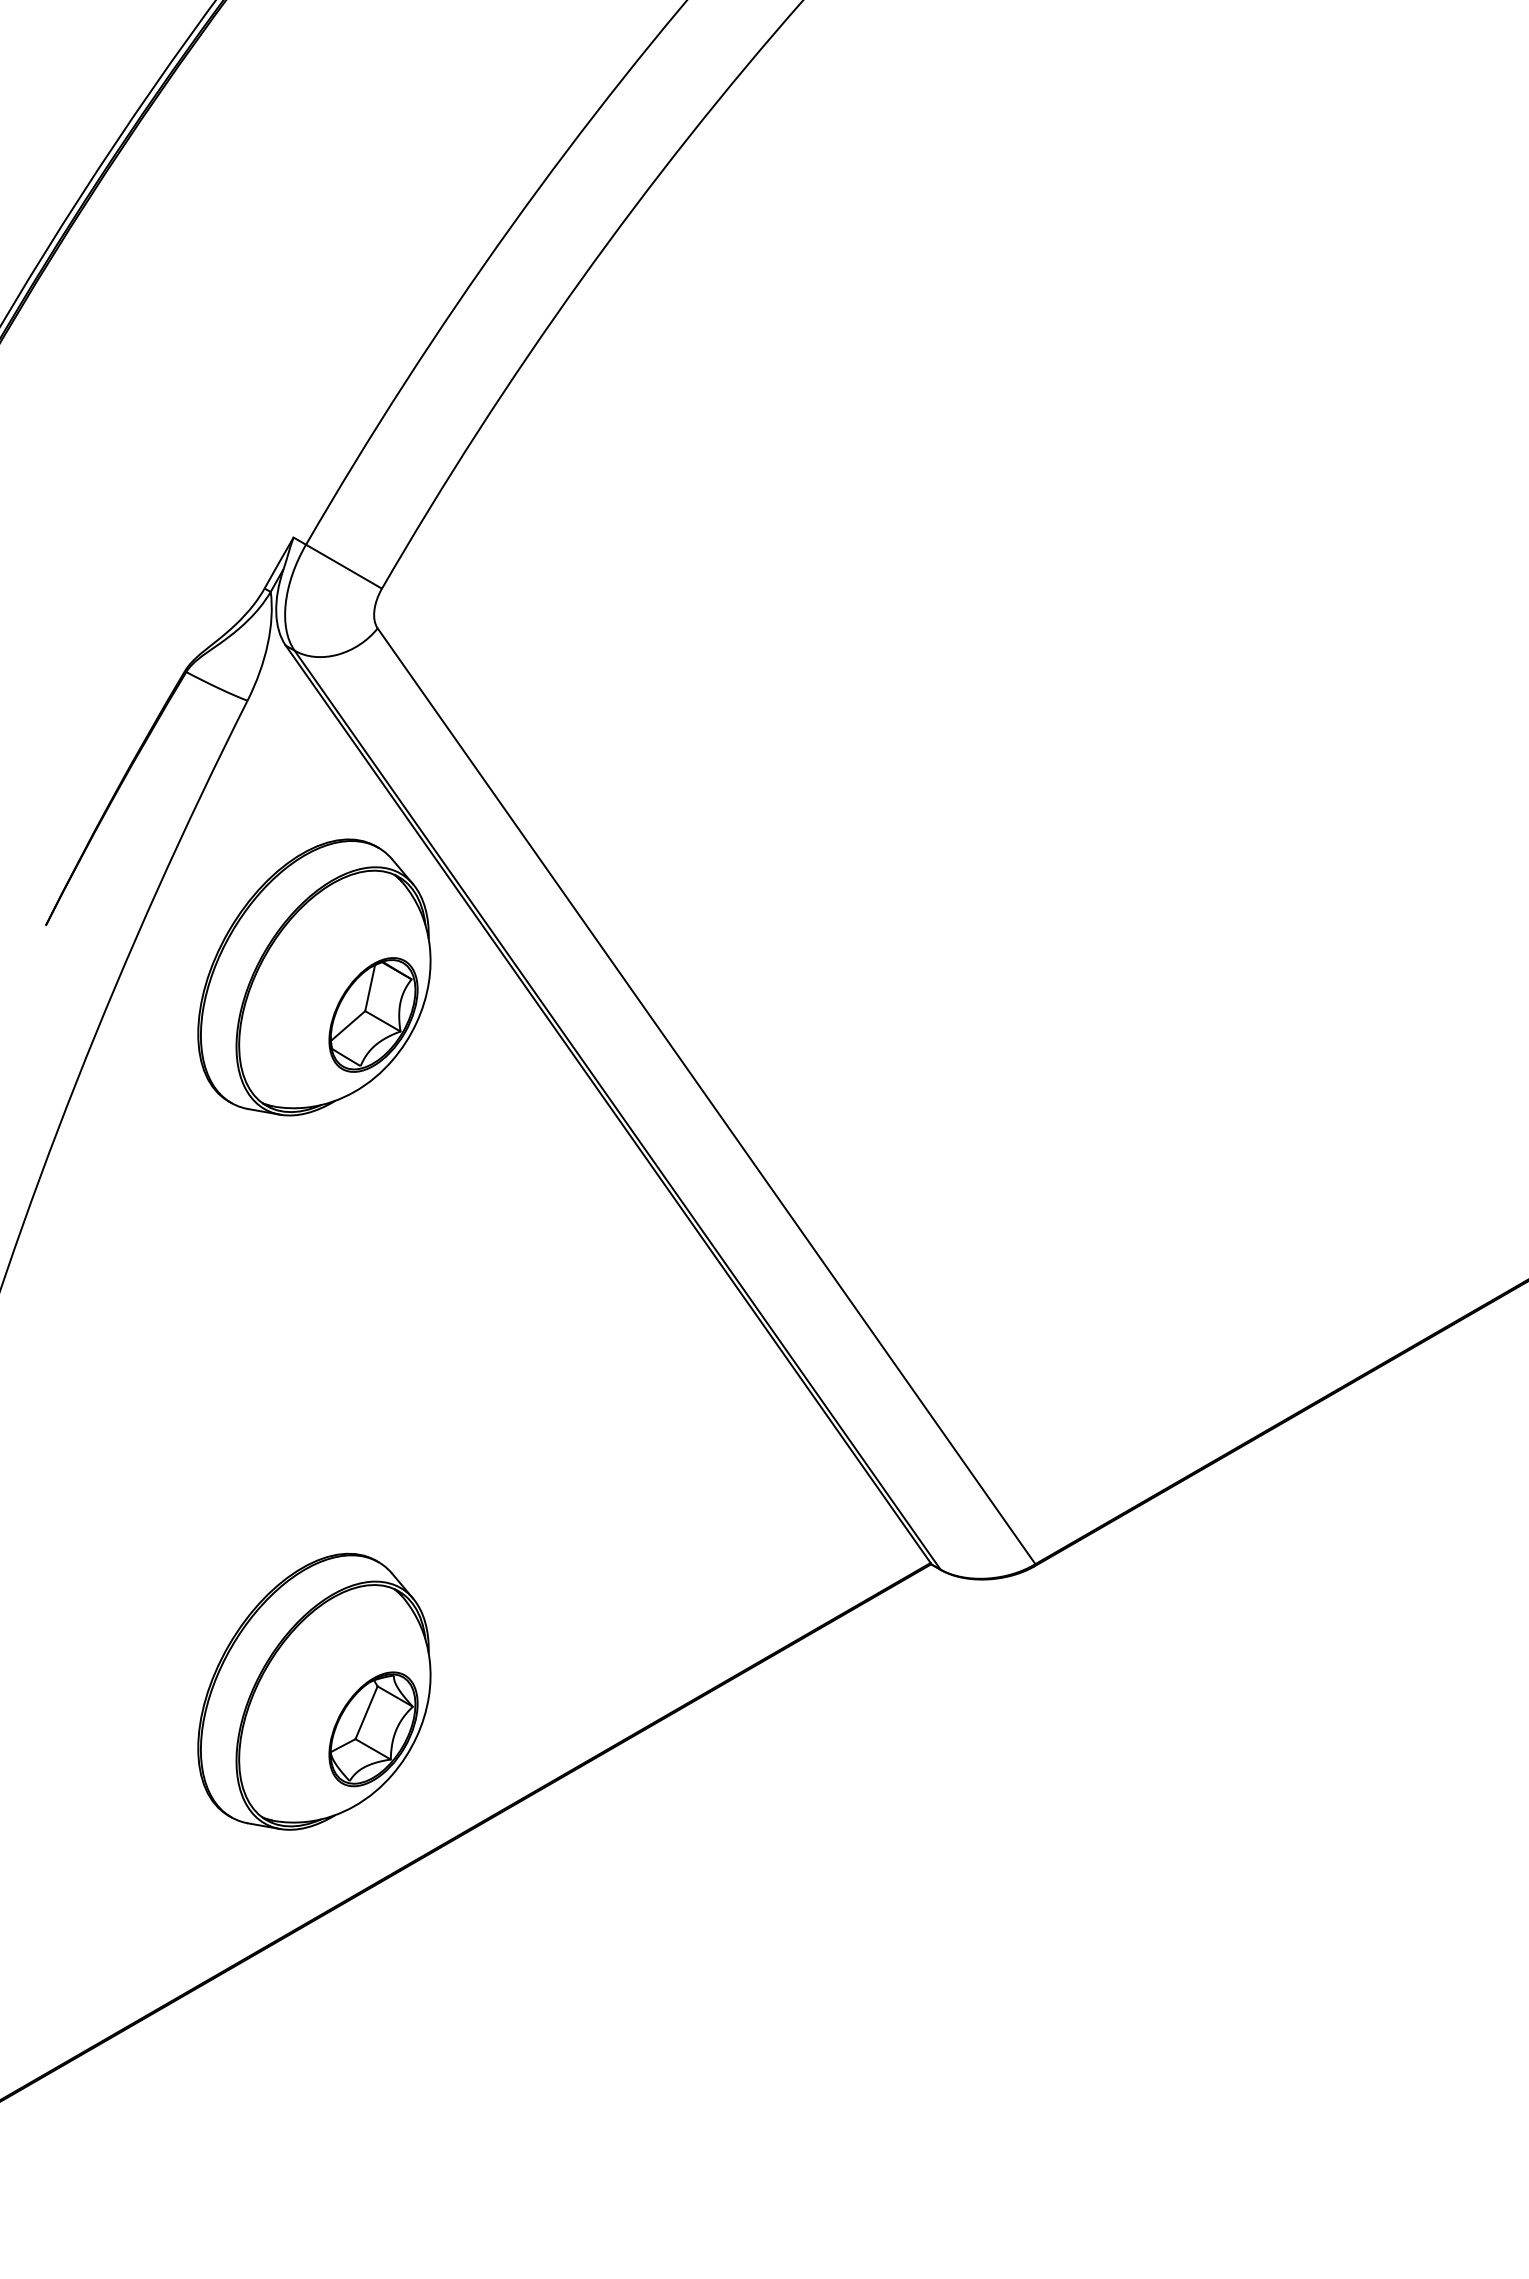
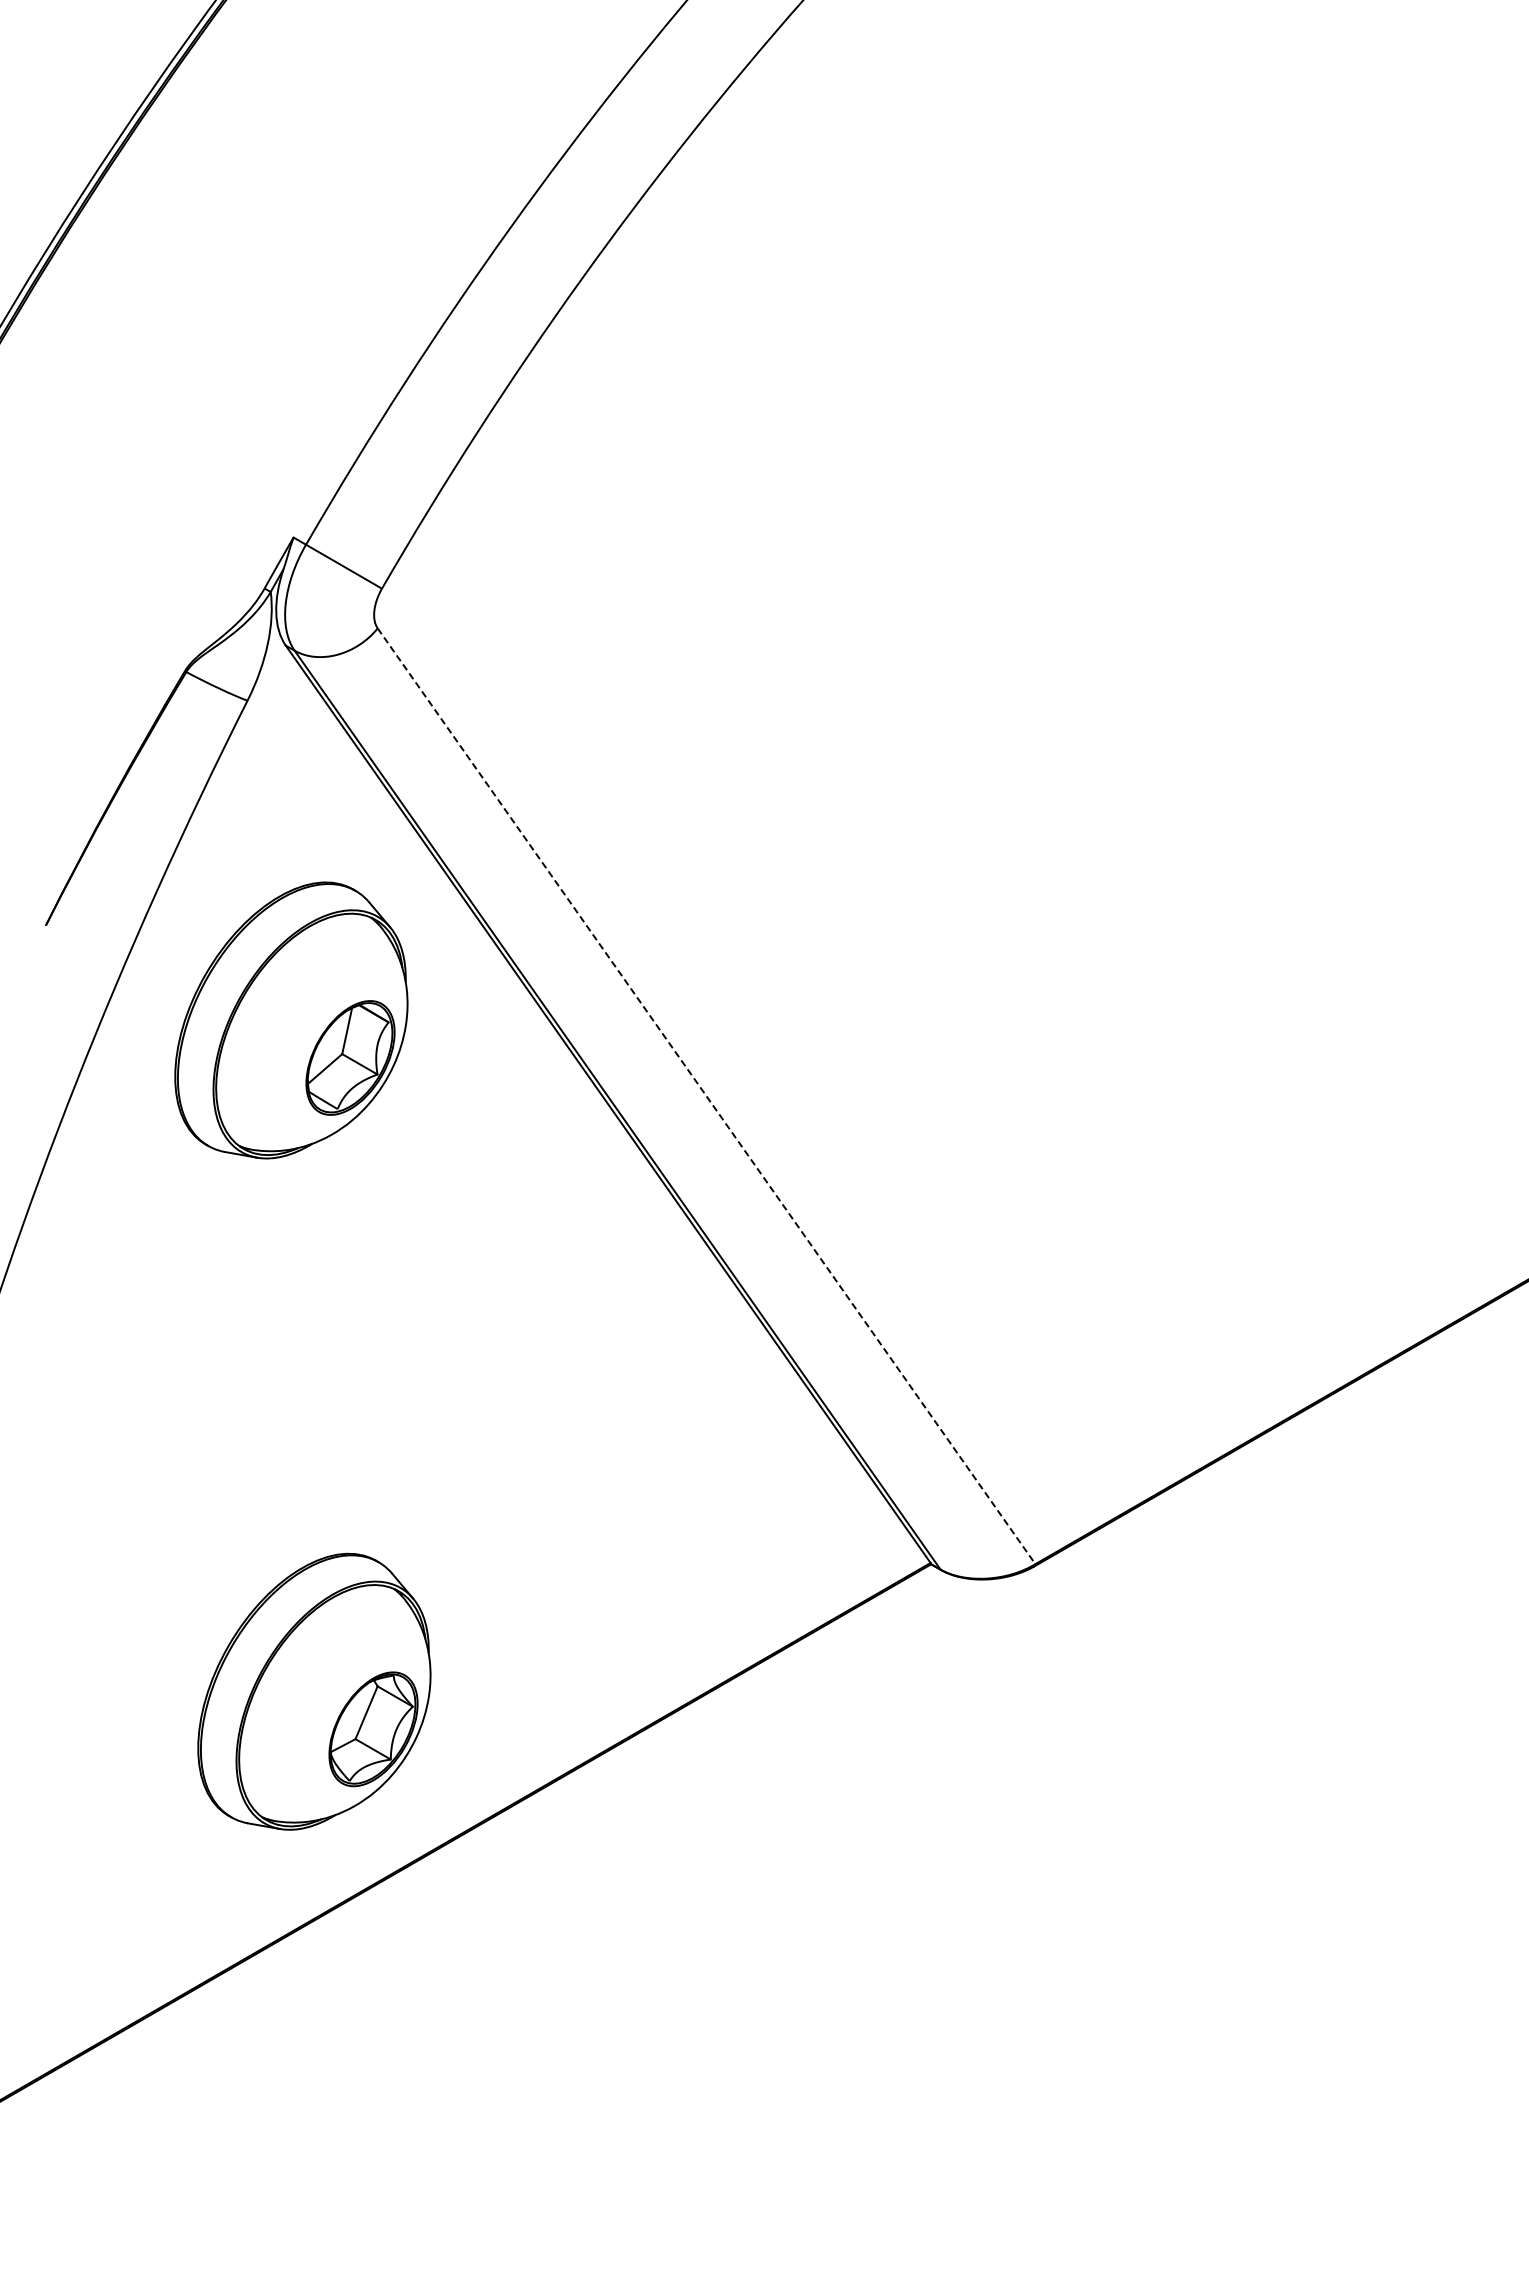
part at (314, 977) position: (314, 977) -> (291, 1020)
line at (706, 1096): solid -> dashed
